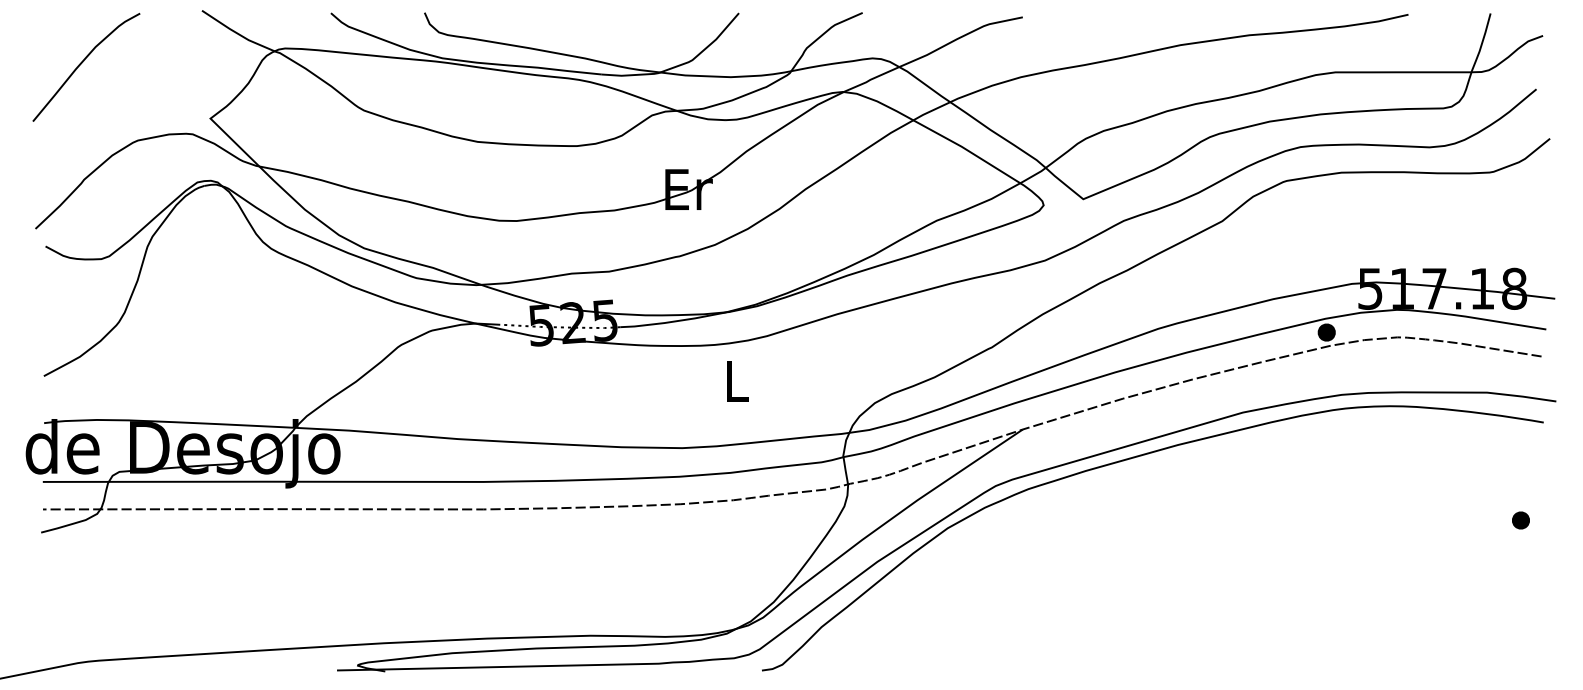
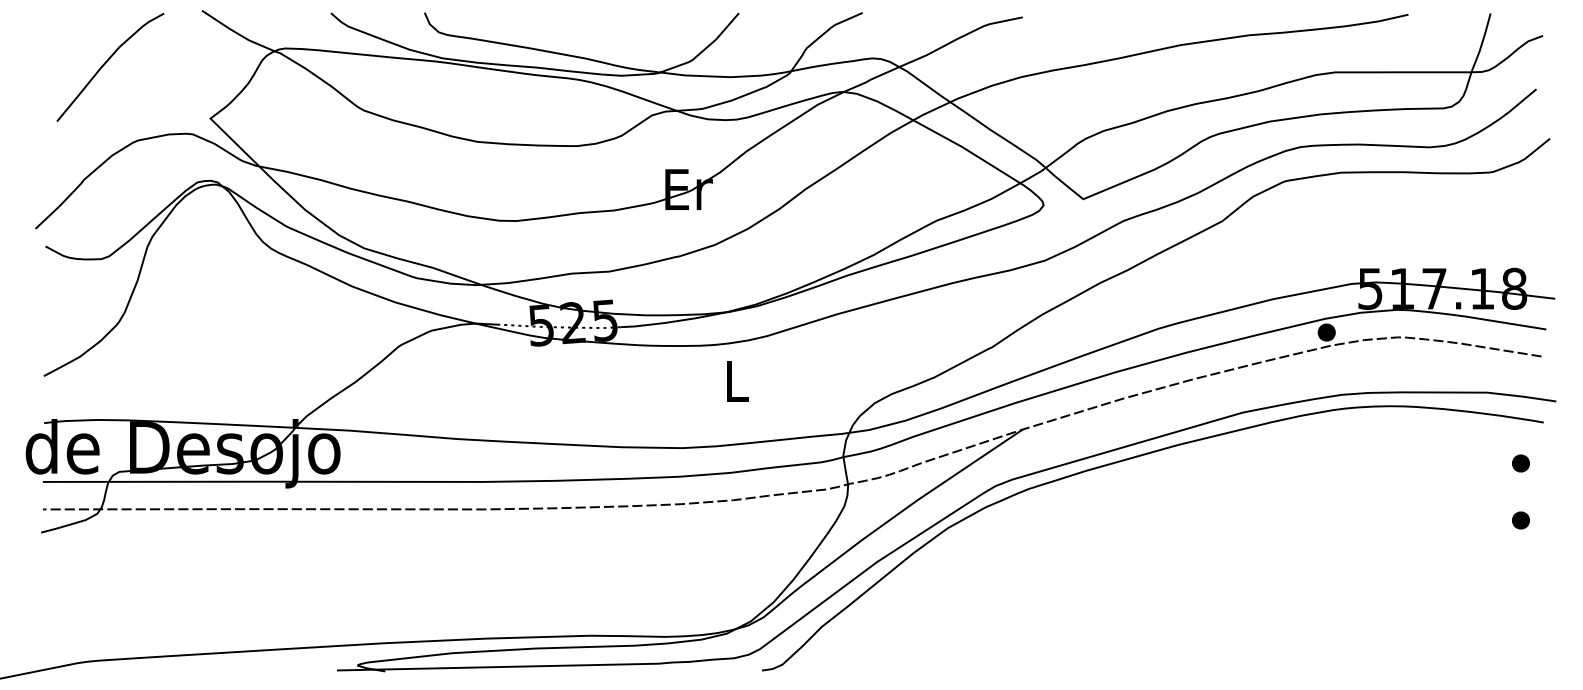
curve at (83, 62) position: (83, 62) -> (107, 62)
part at (1520, 463): none -> present
